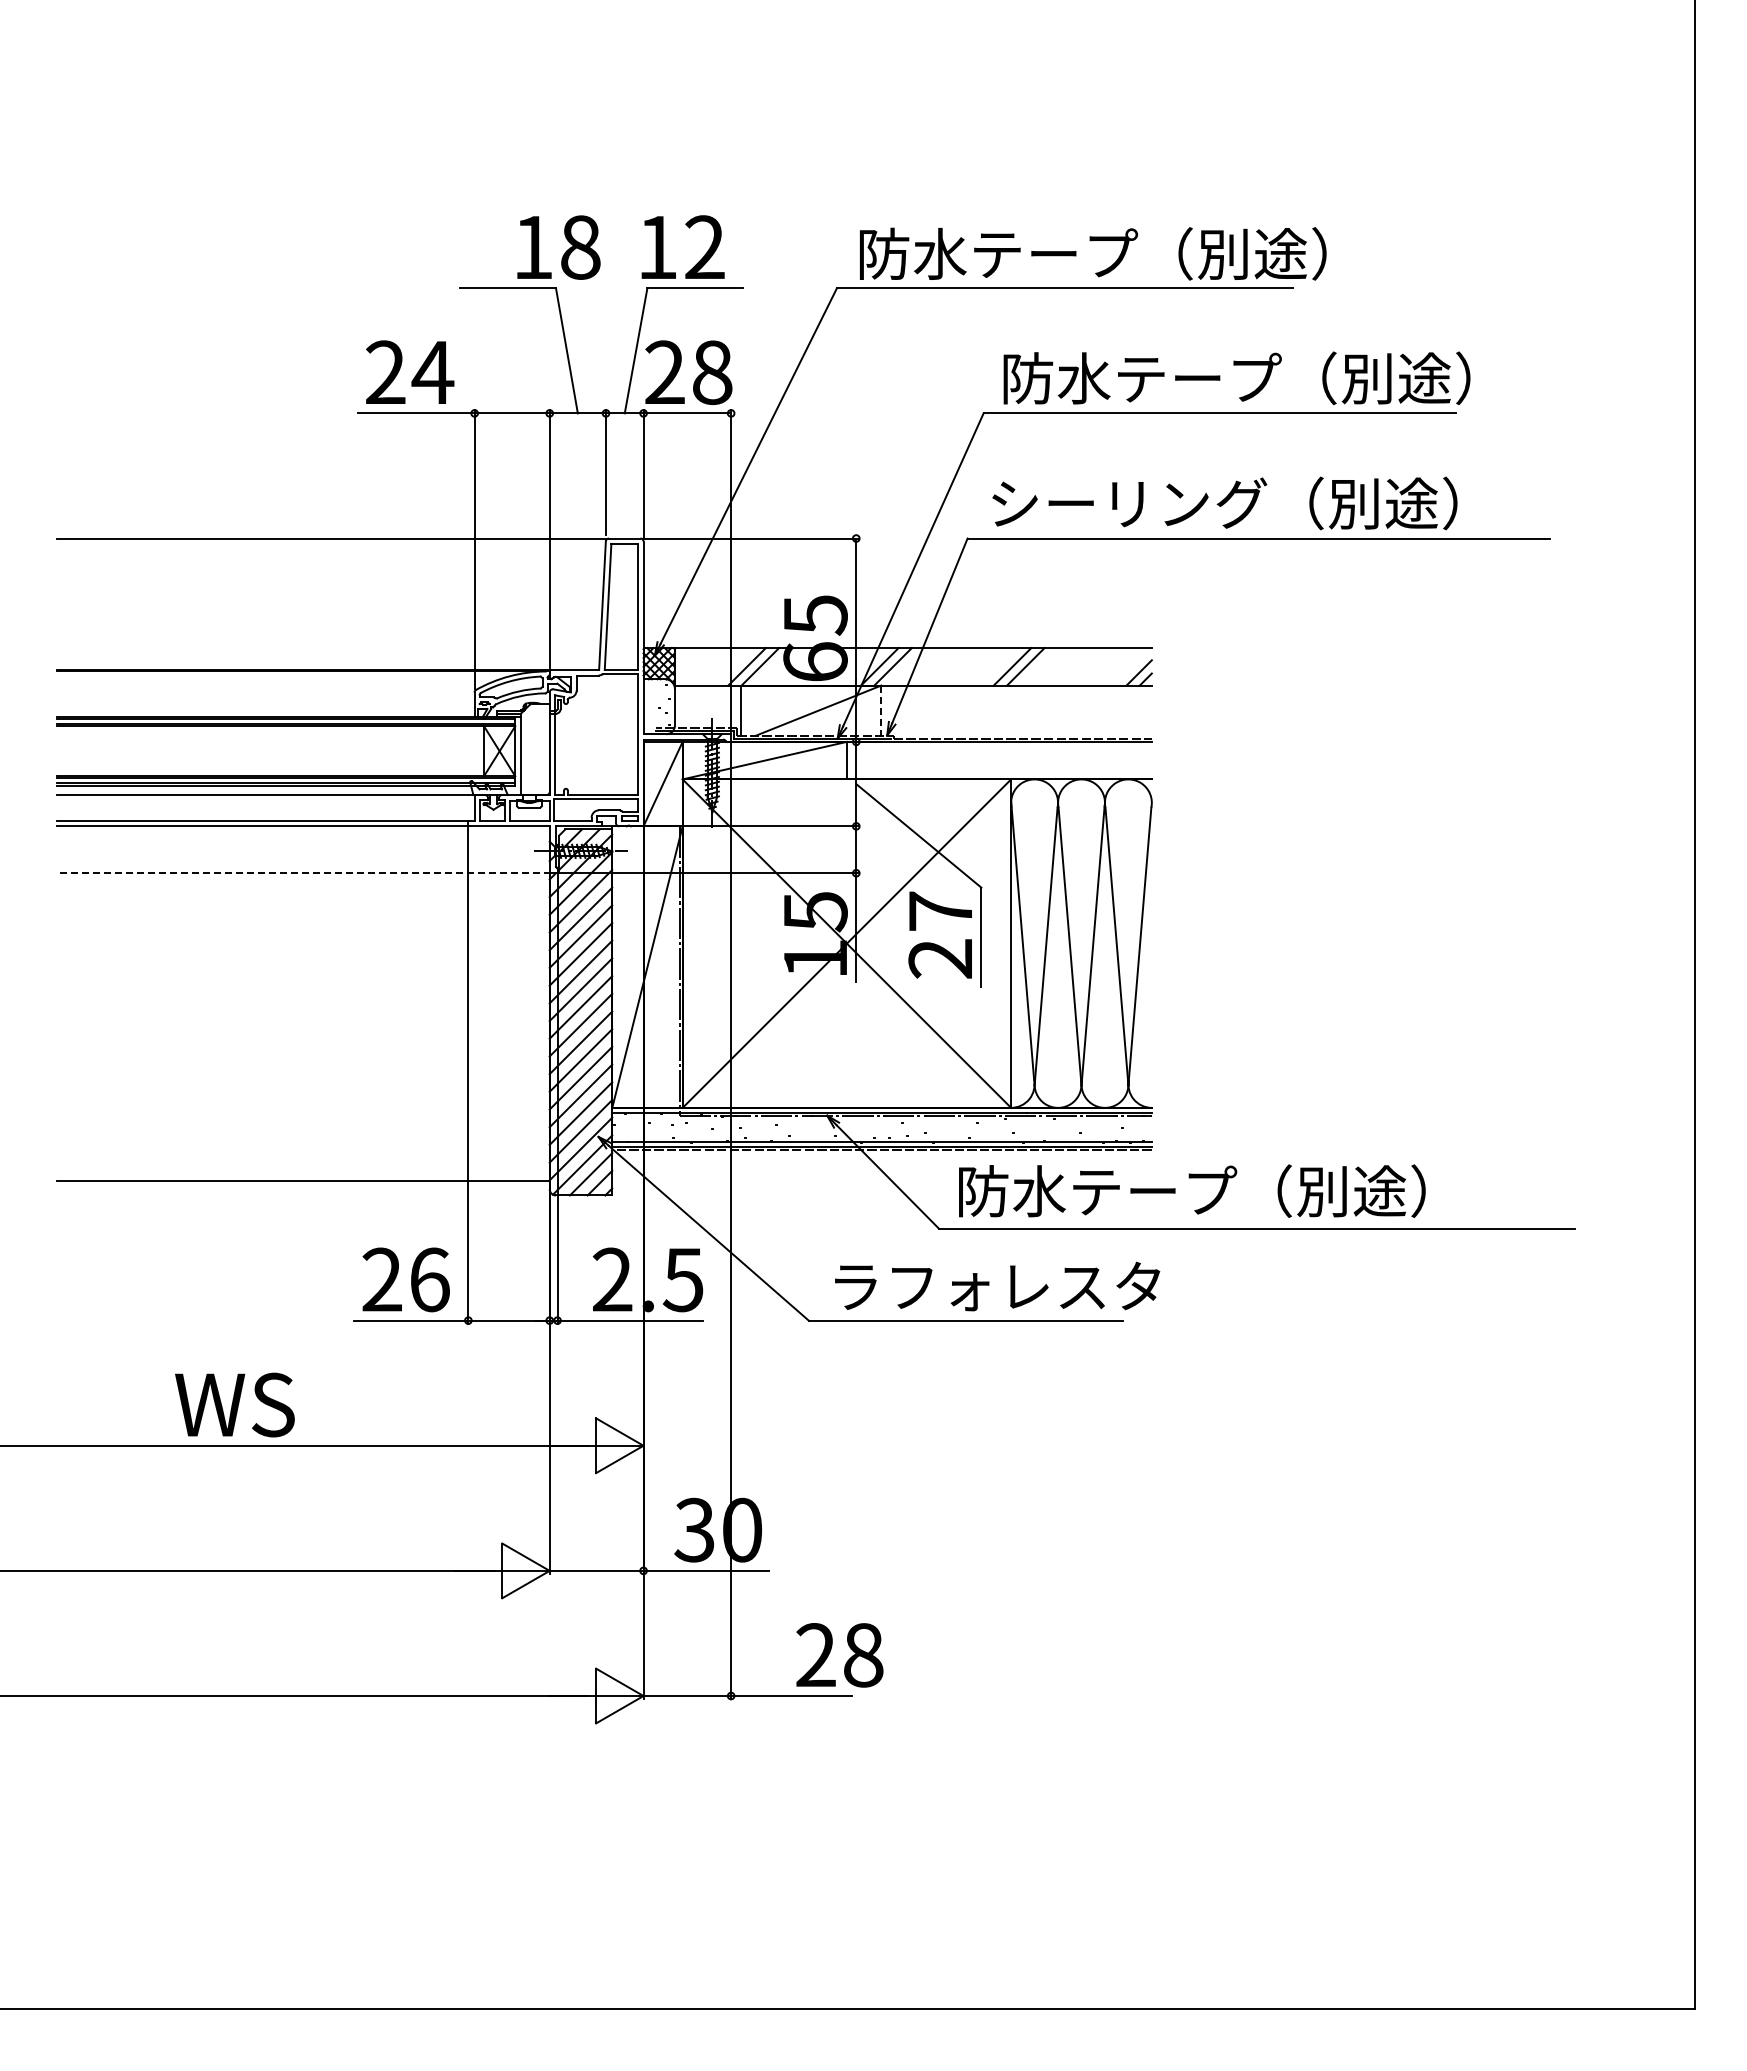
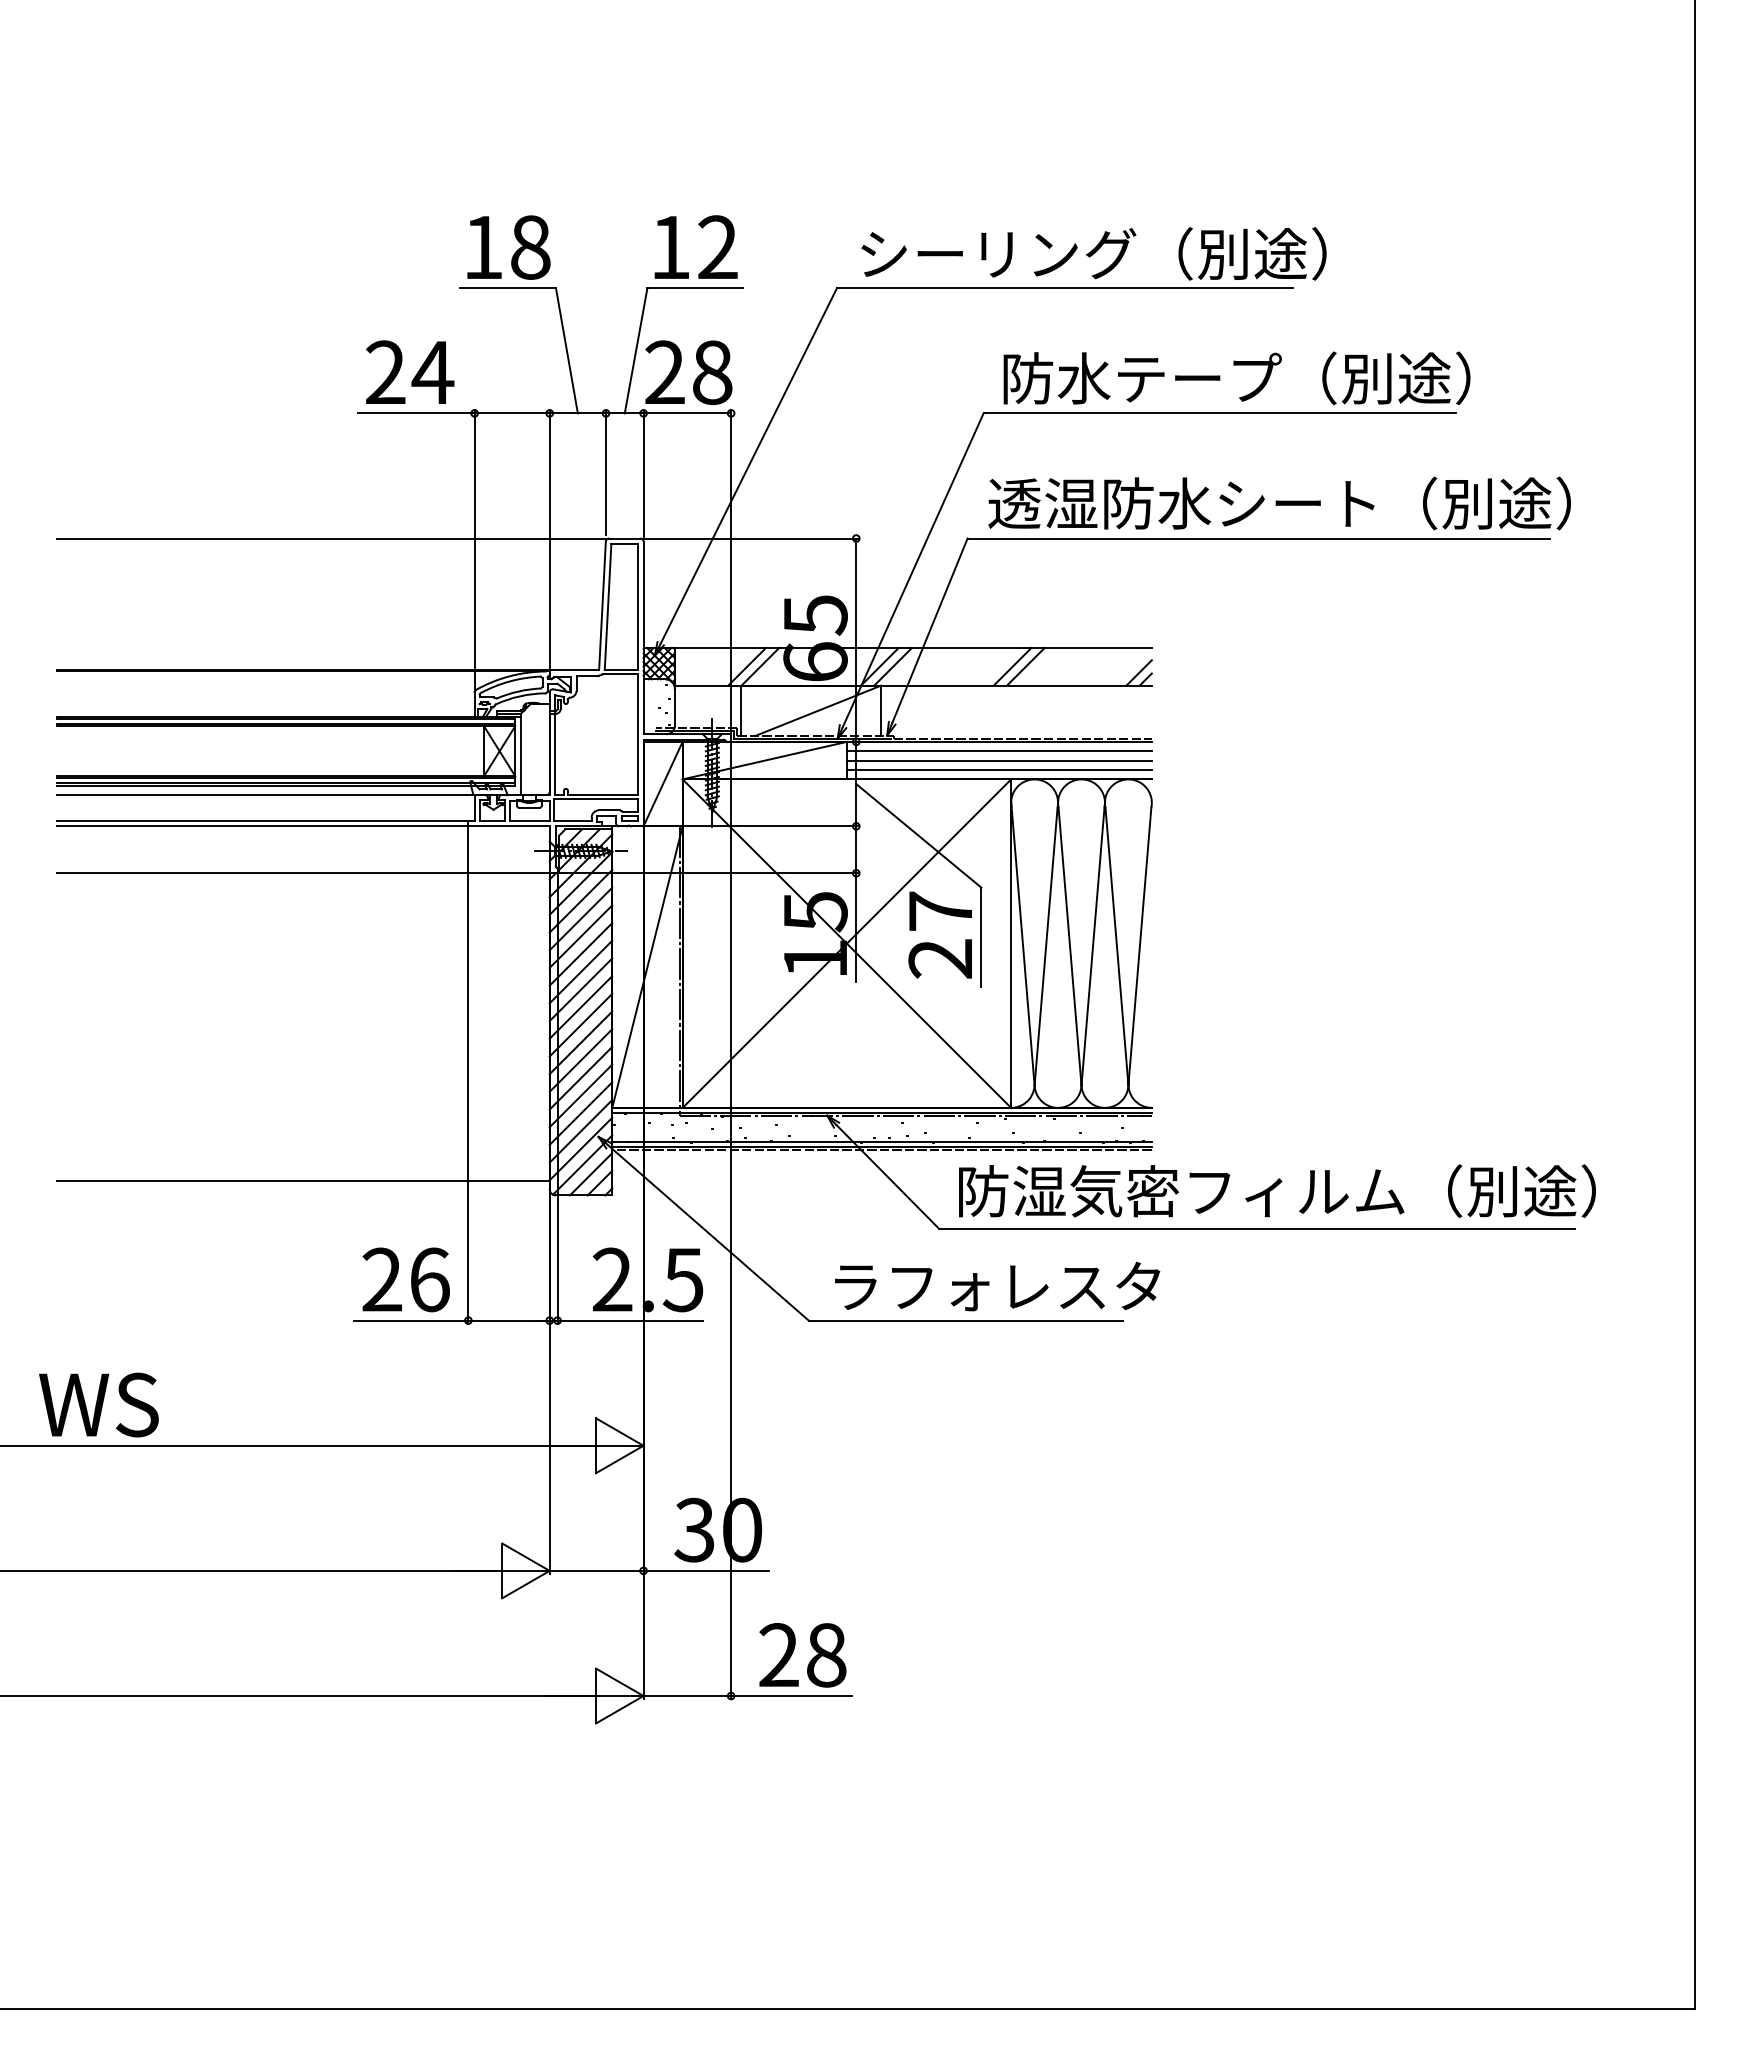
text at (682, 246) position: (682, 246) -> (695, 246)
text at (558, 247) position: (558, 247) -> (508, 247)
text at (998, 253): 防水テープ（別途） -> シーリング（別途）
text at (1279, 503): シーリング（別途） -> 透湿防水シート（別途）
line at (881, 711): dashed -> solid
line at (998, 751): none -> present
line at (998, 760): none -> present
line at (998, 770): none -> present
line at (303, 873): dashed -> solid
text at (1304, 1190): 防水テープ（別途） -> 防湿気密フィルム（別途）
text at (234, 1404) position: (234, 1404) -> (98, 1404)
text at (839, 1655) position: (839, 1655) -> (802, 1655)
